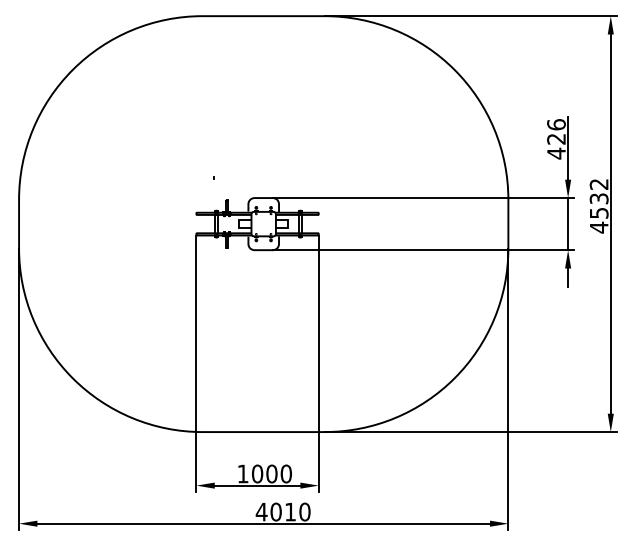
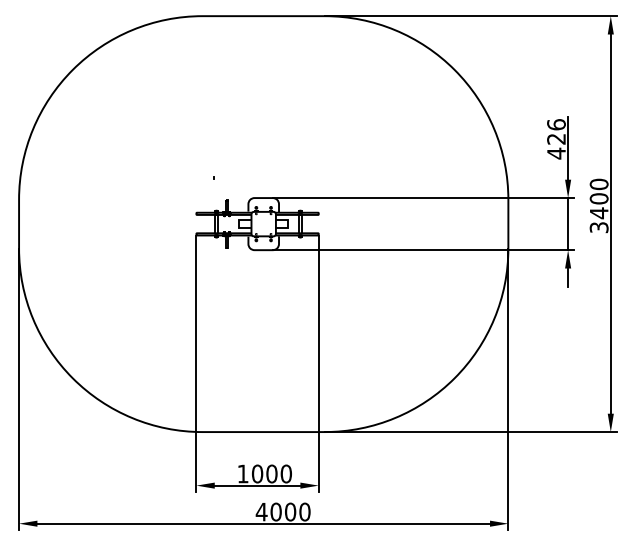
text at (598, 205): 4532 -> 3400
text at (290, 511): 4010 -> 4000
